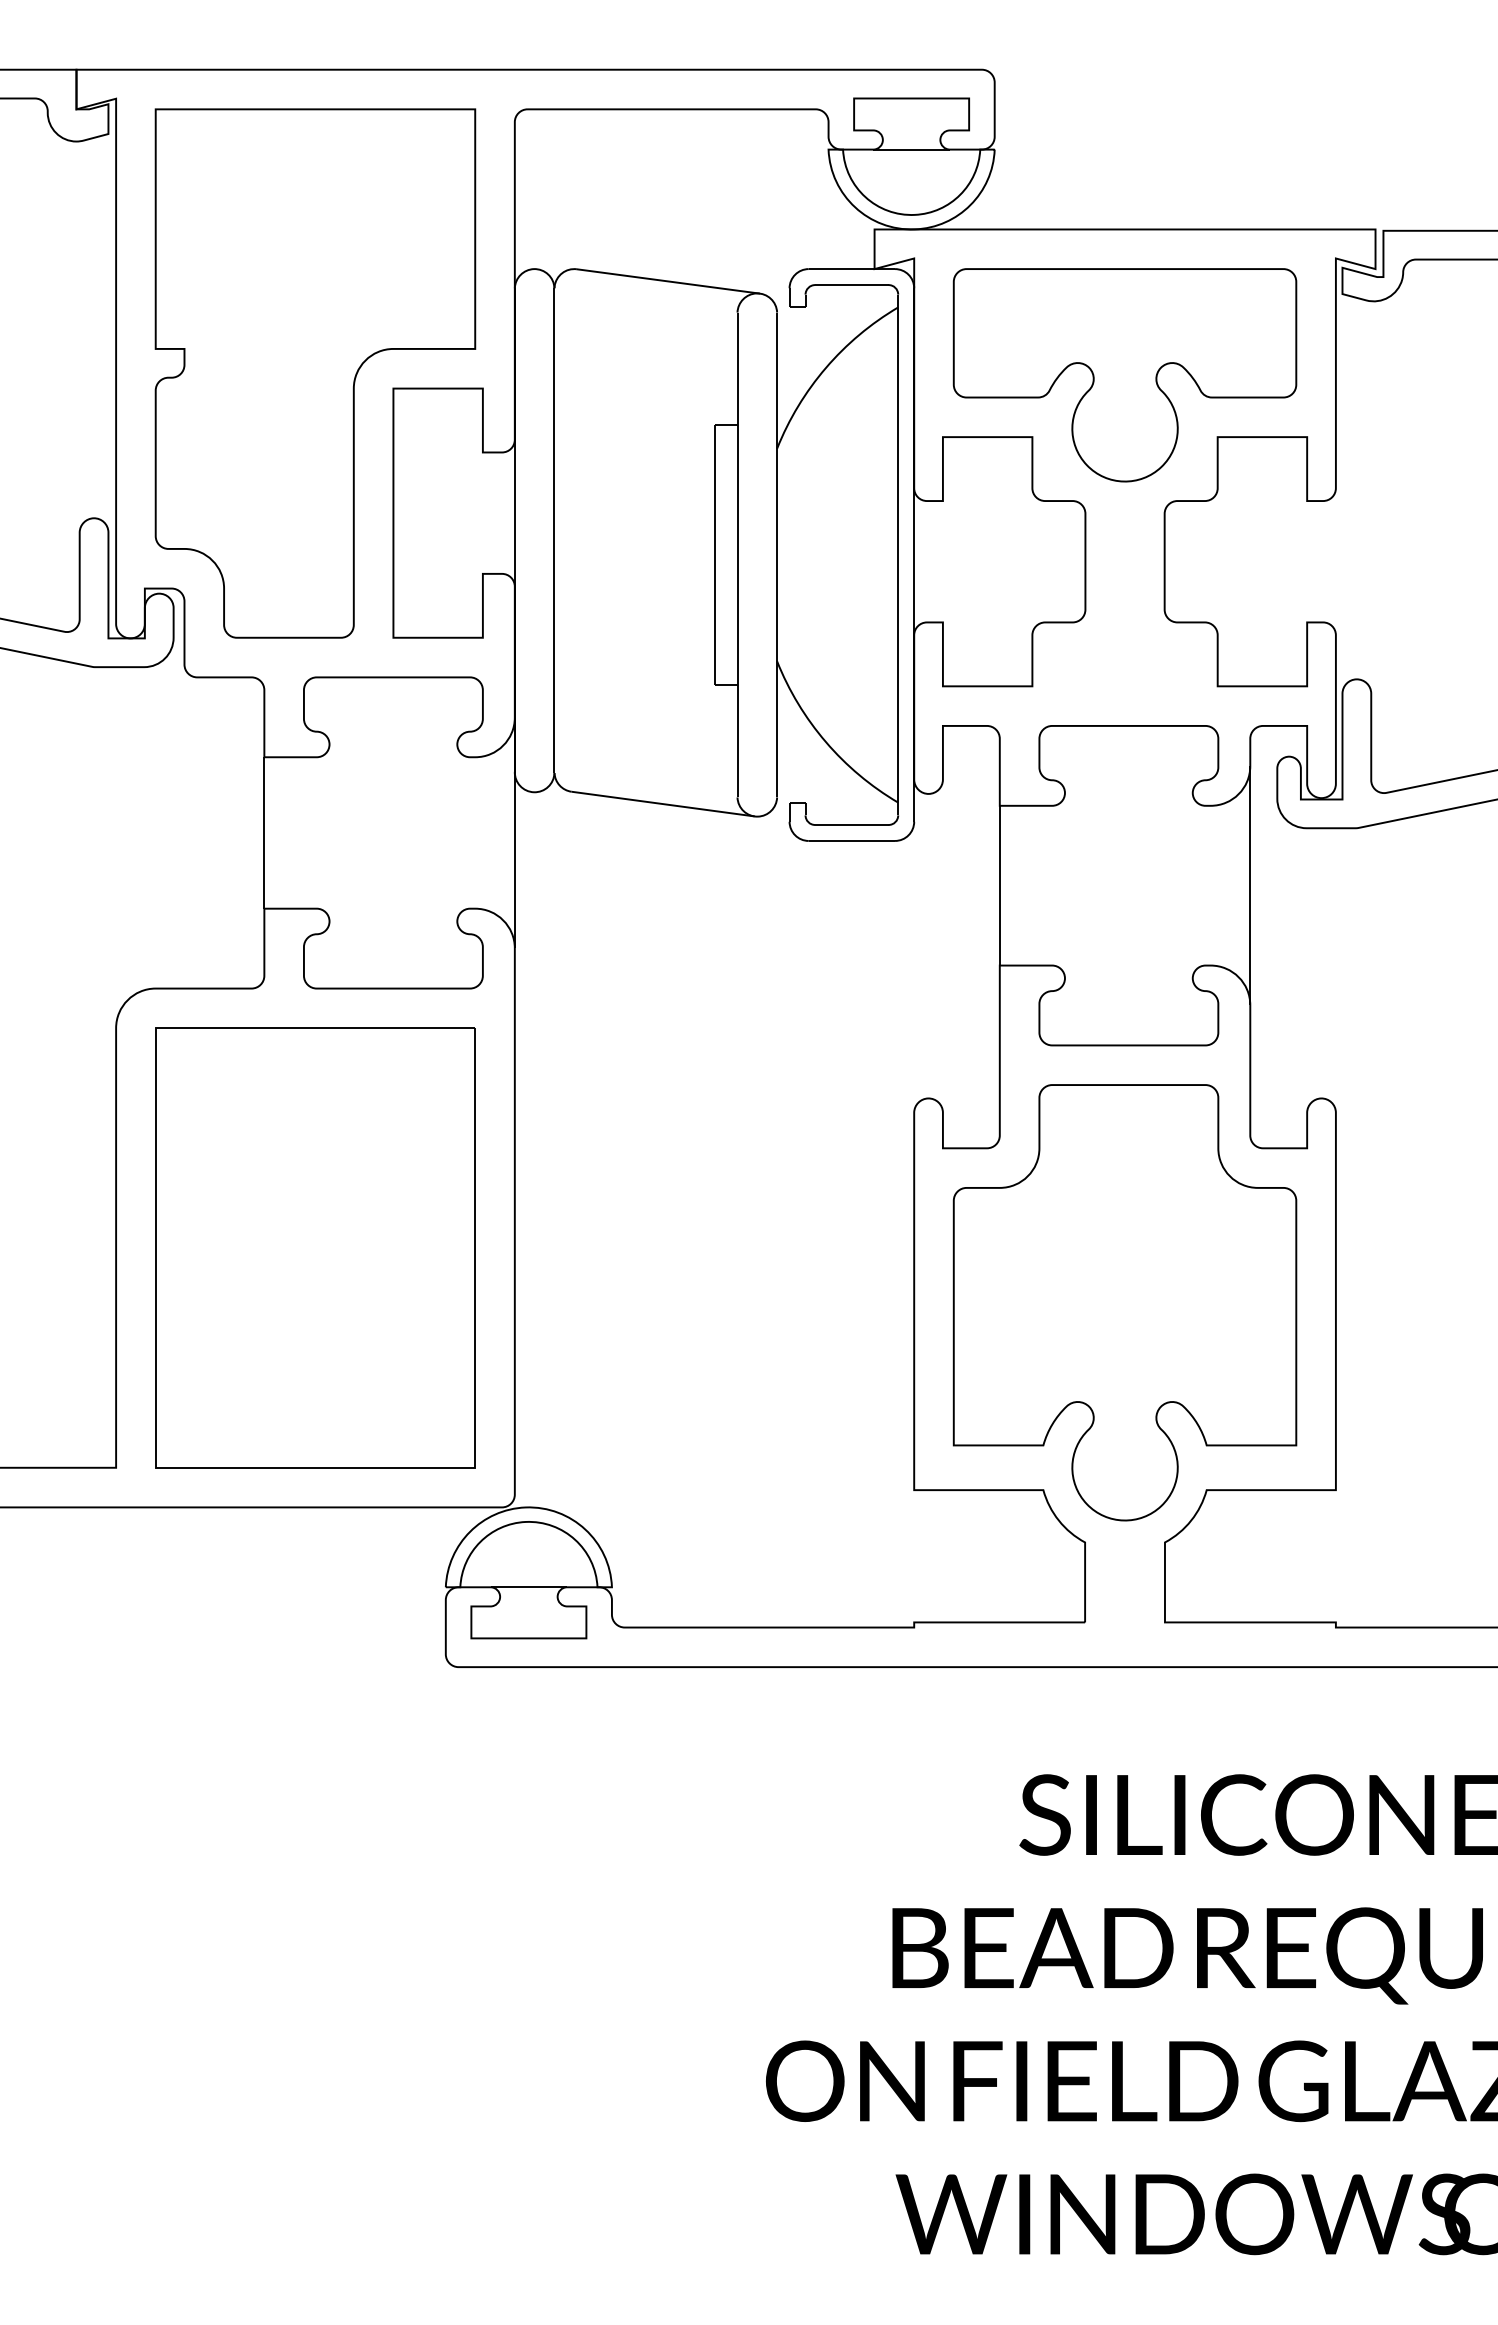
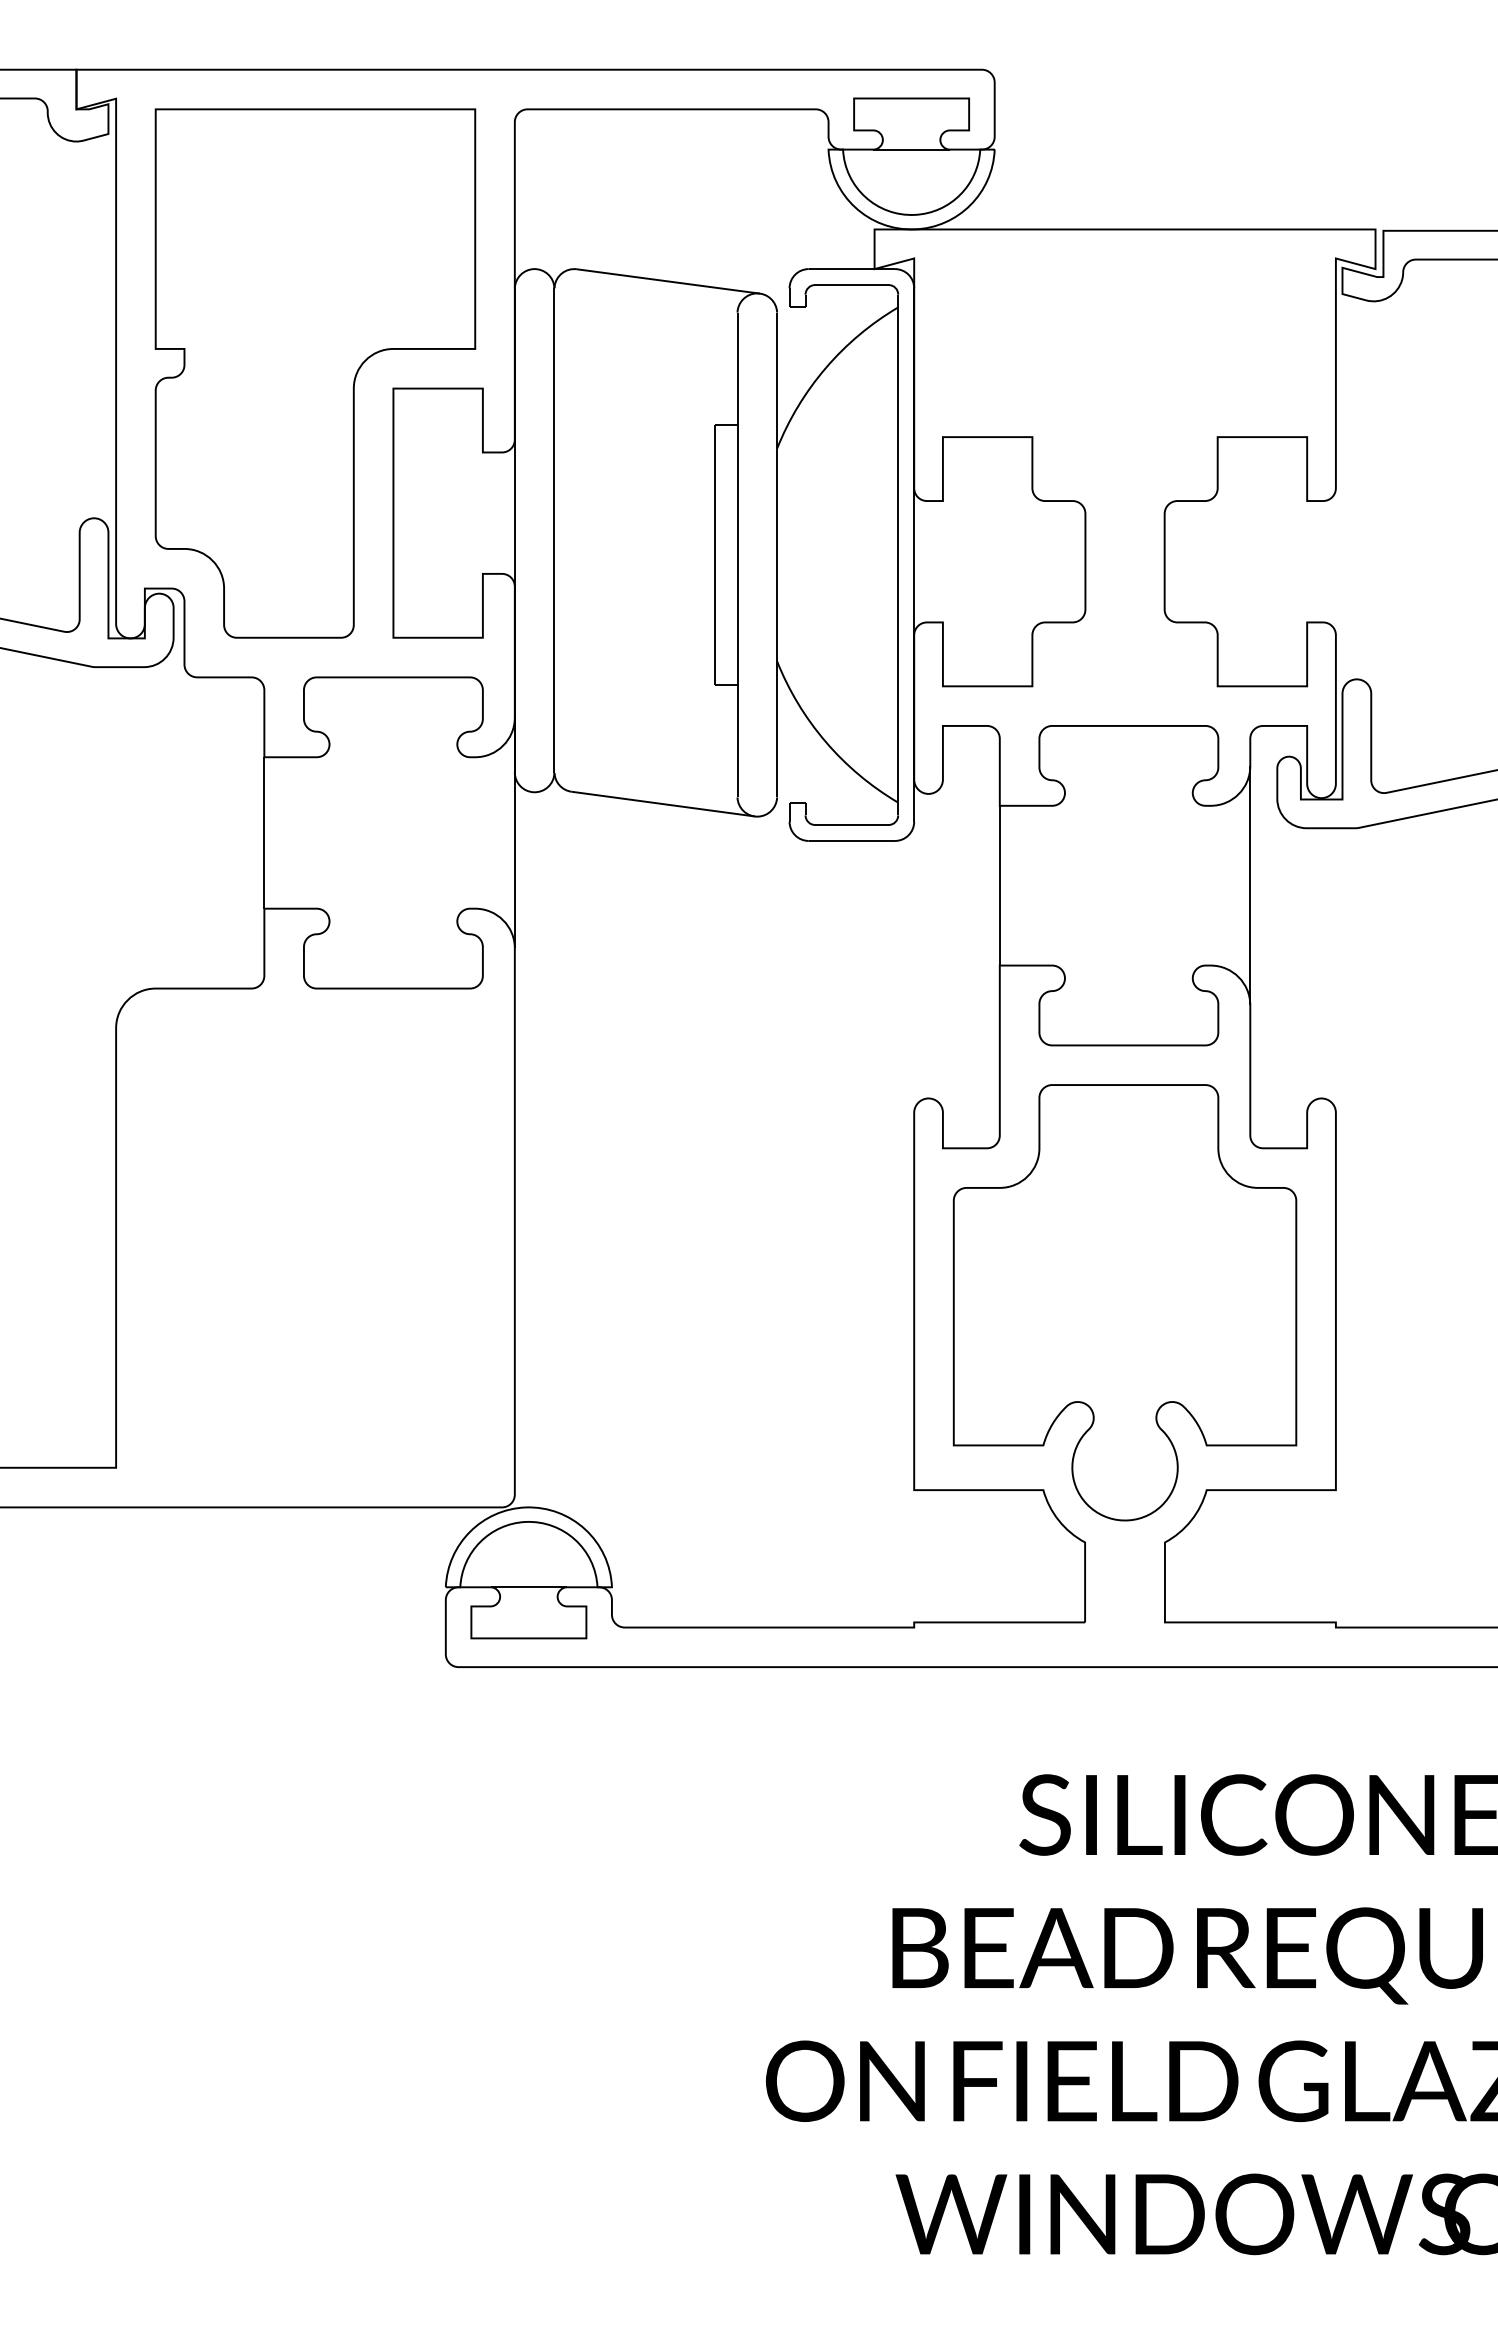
part at (1124, 375): present -> none
part at (315, 1247): present -> none
